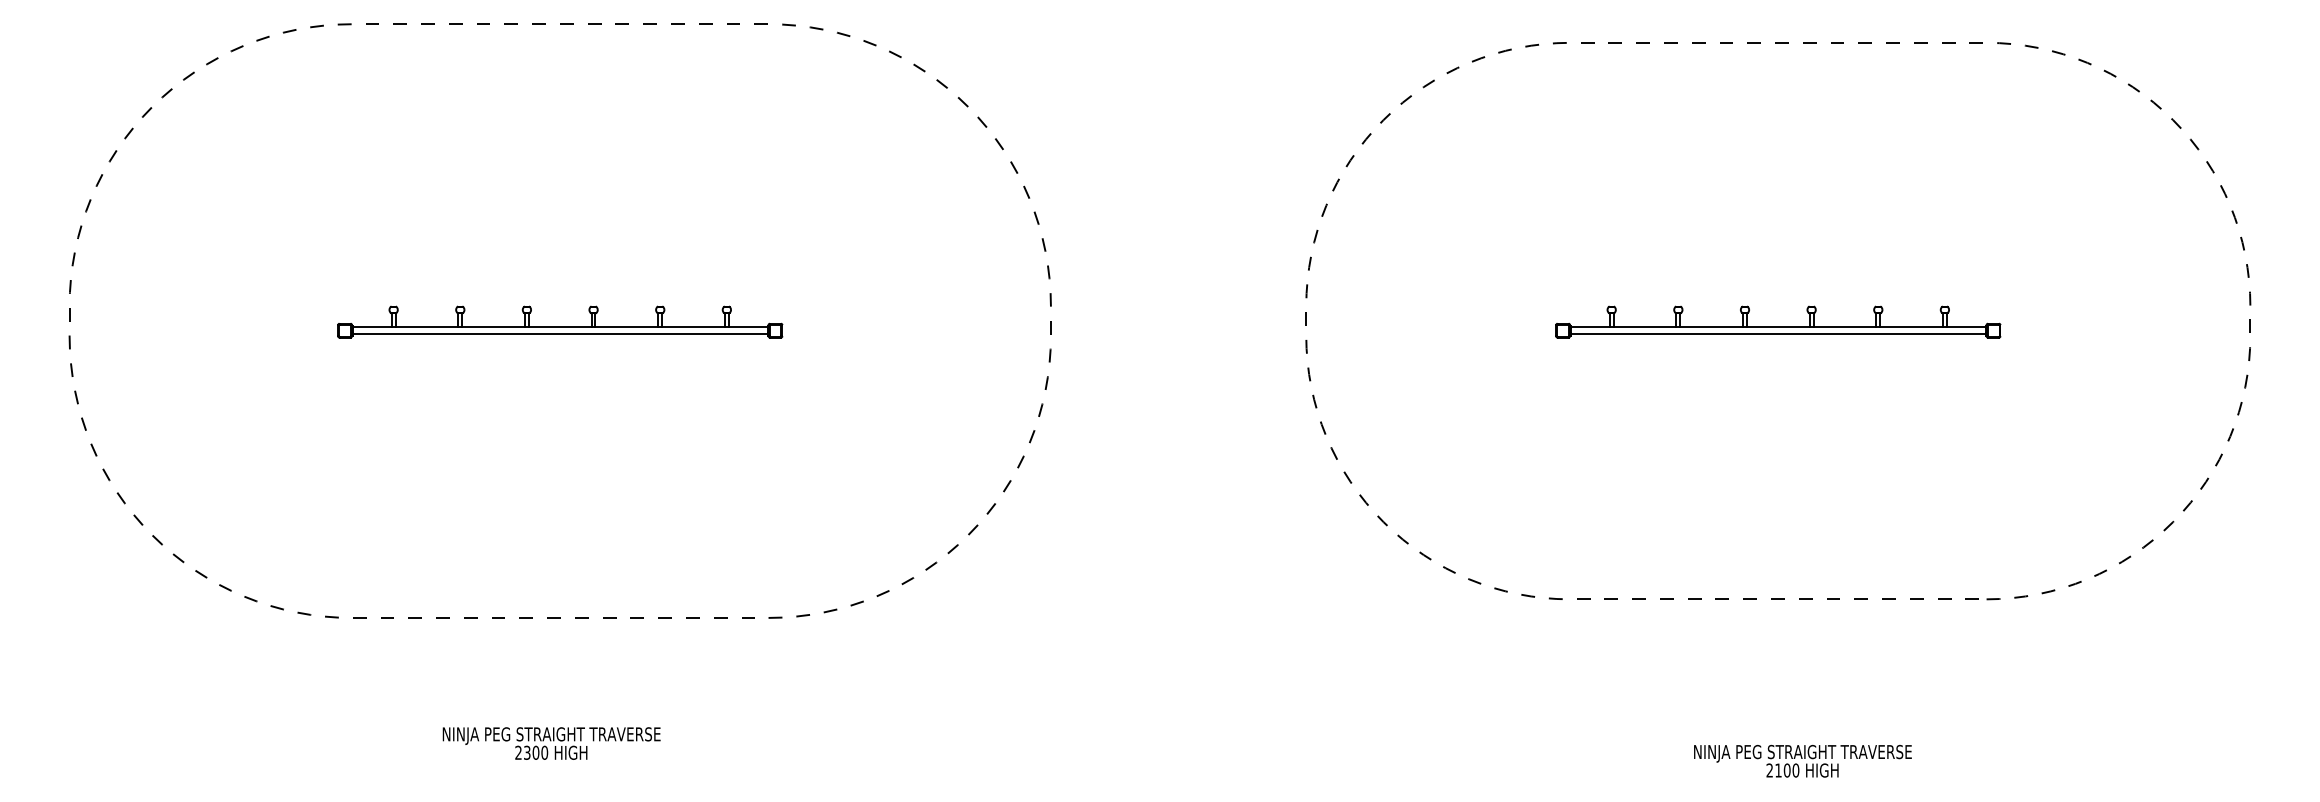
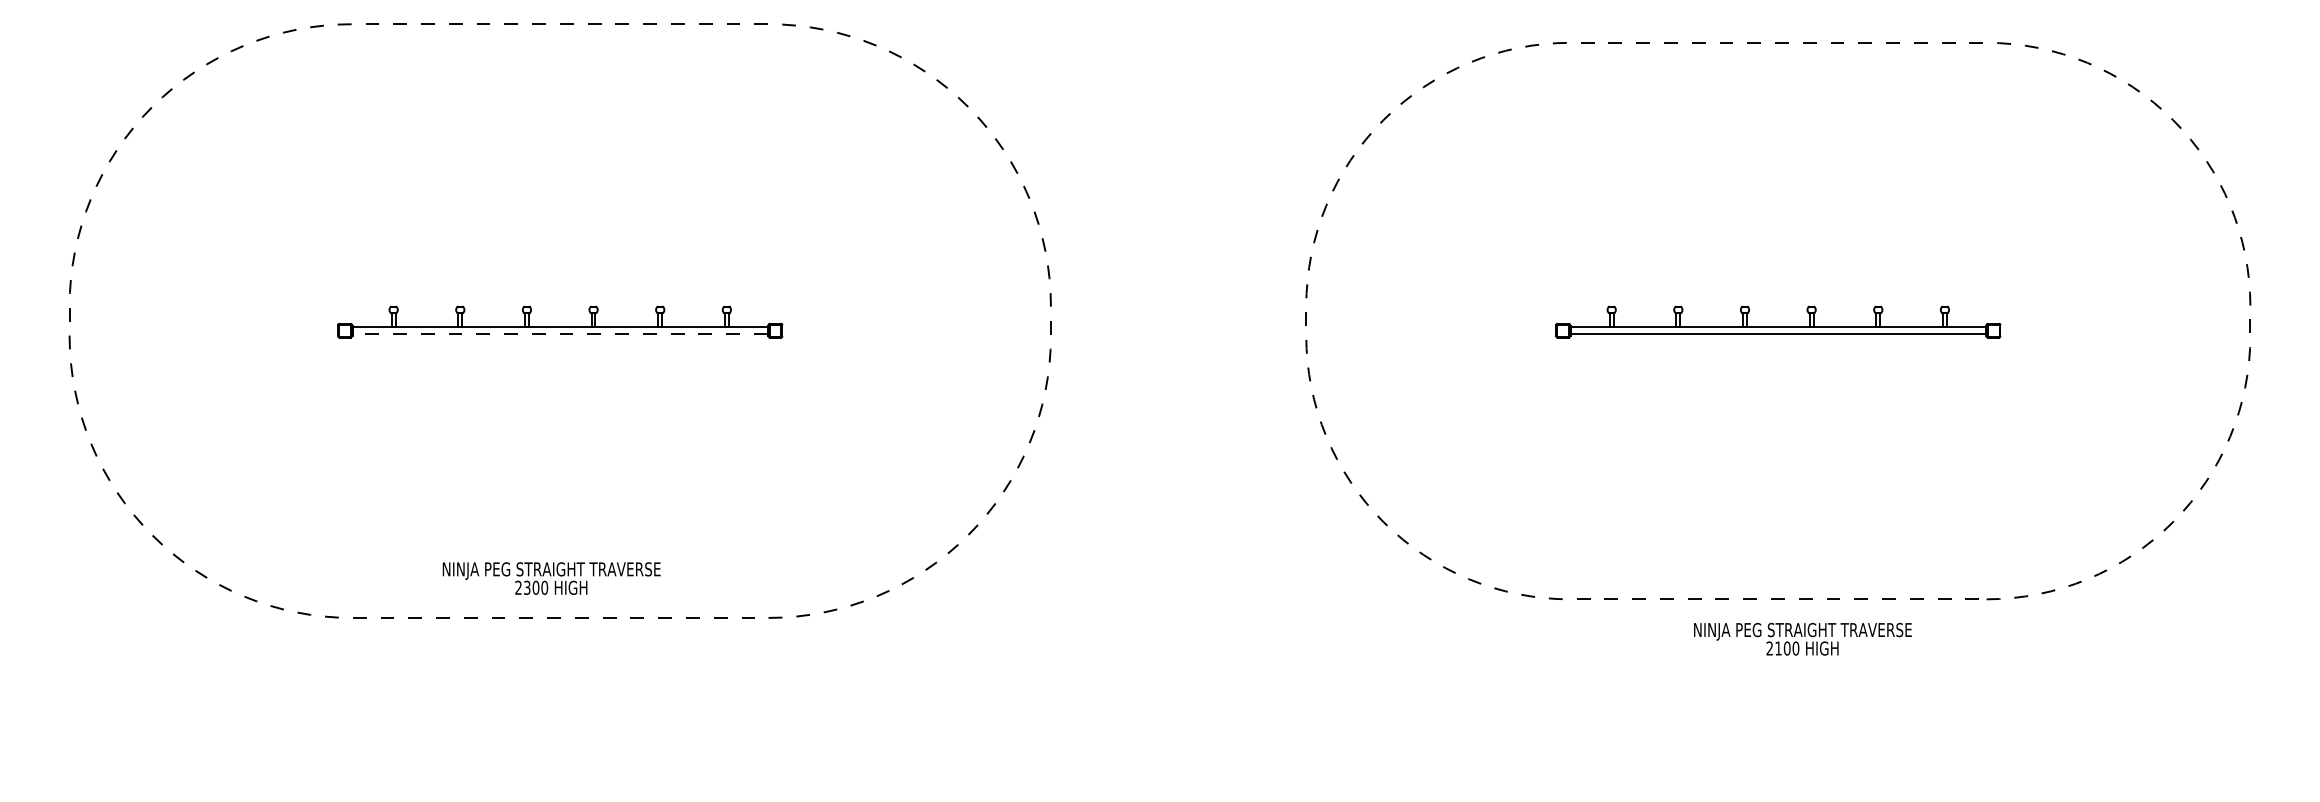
line at (560, 334): solid -> dashed
text at (551, 743) position: (551, 743) -> (551, 578)
text at (1802, 760) position: (1802, 760) -> (1802, 638)
